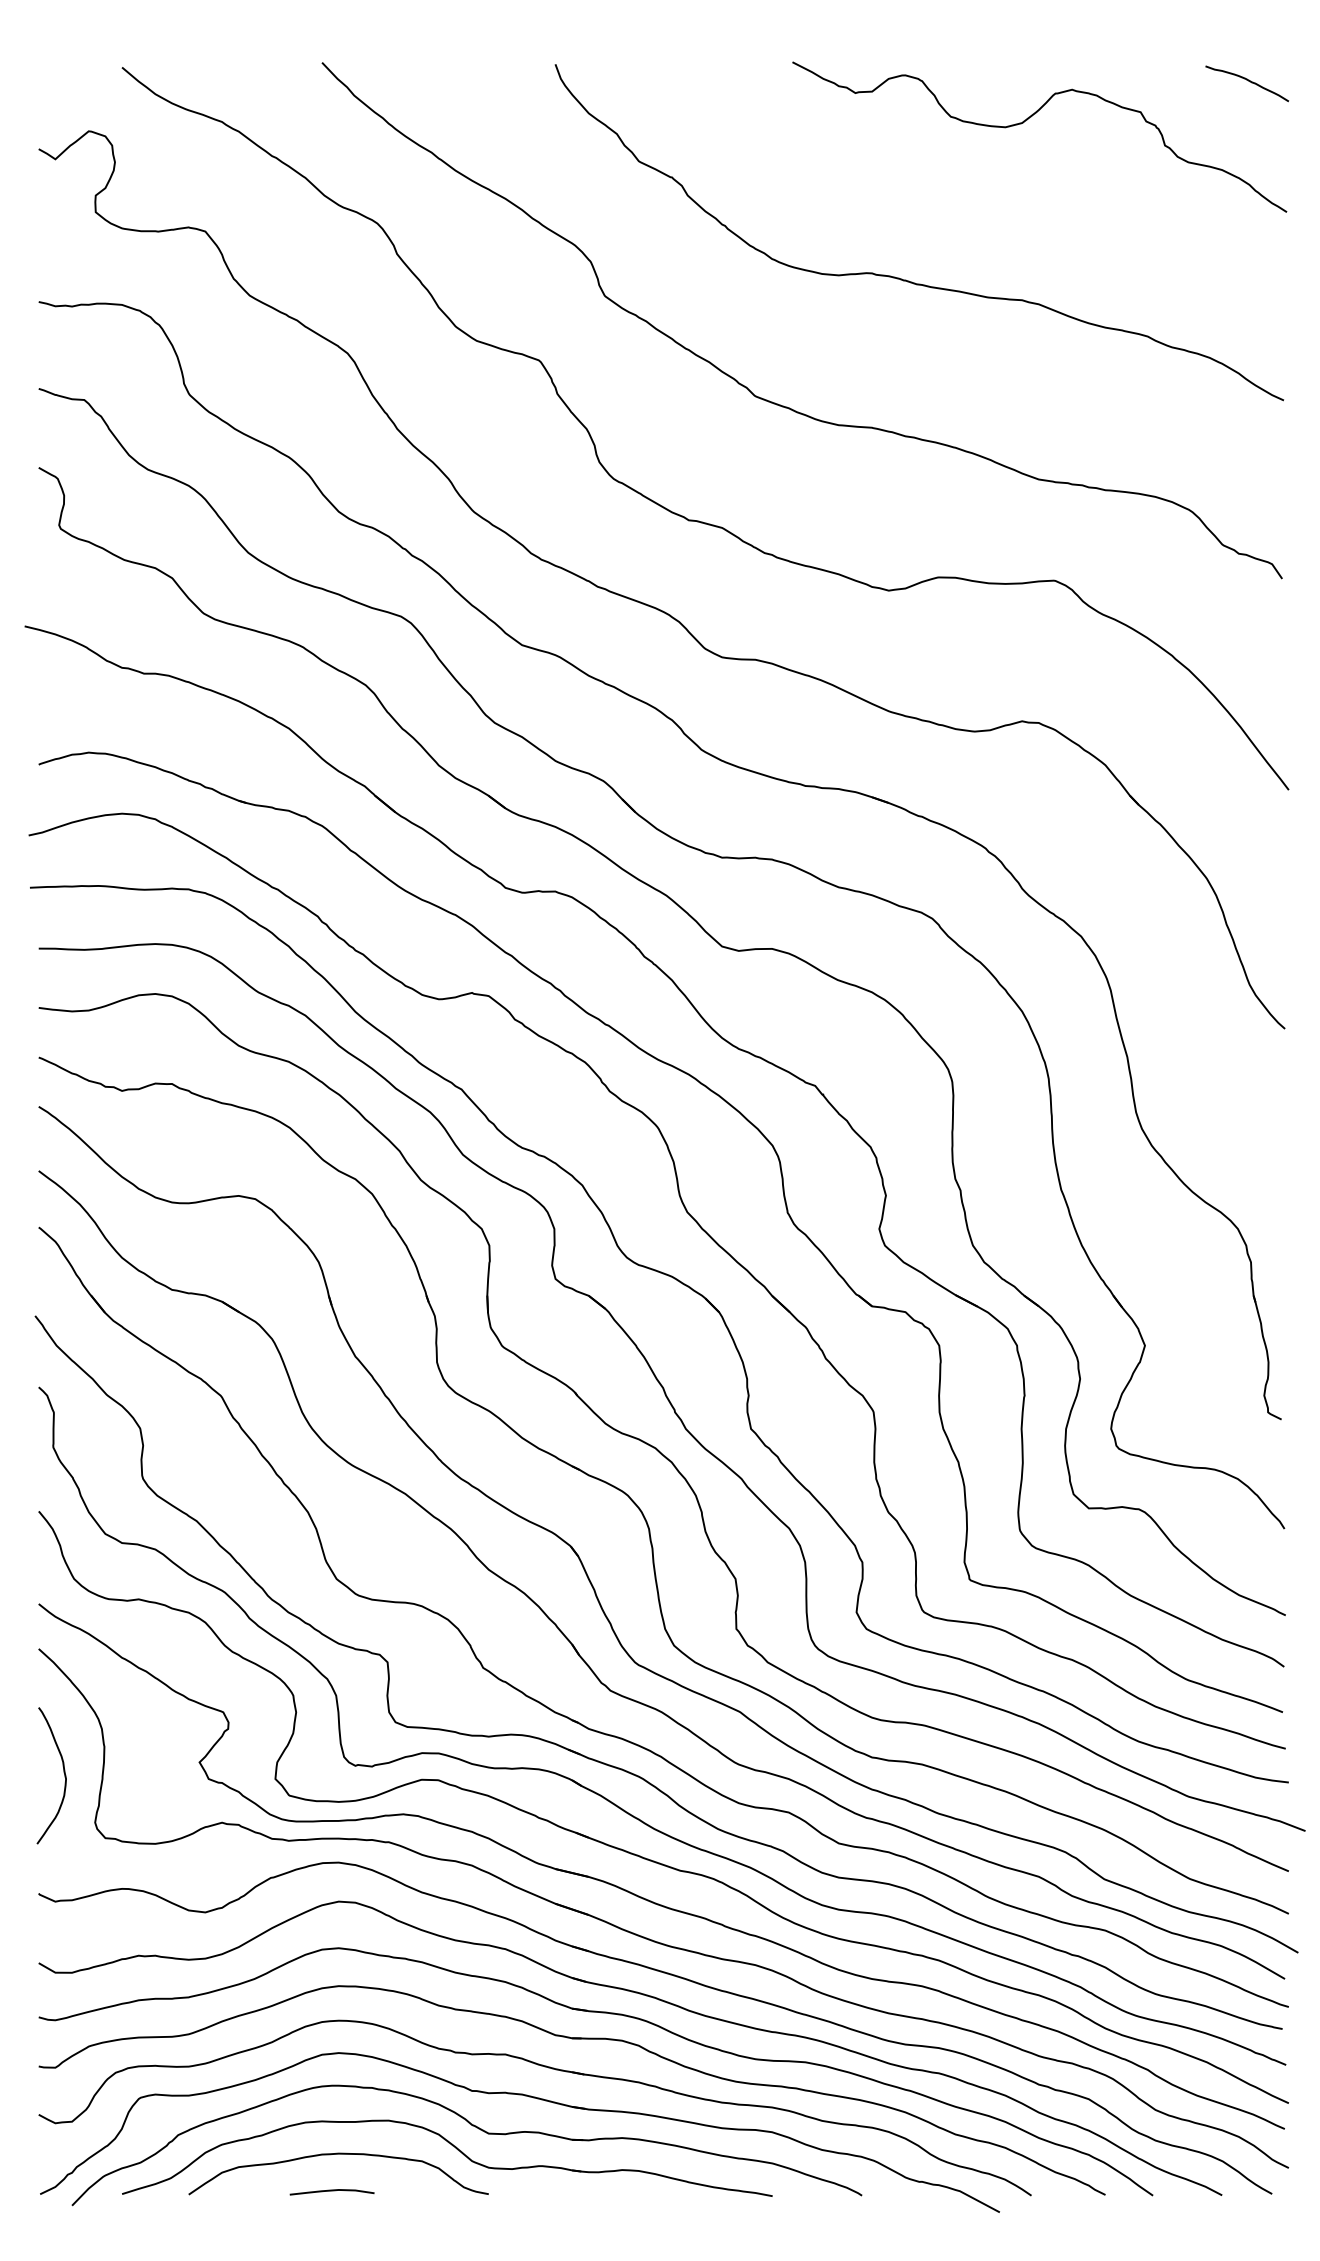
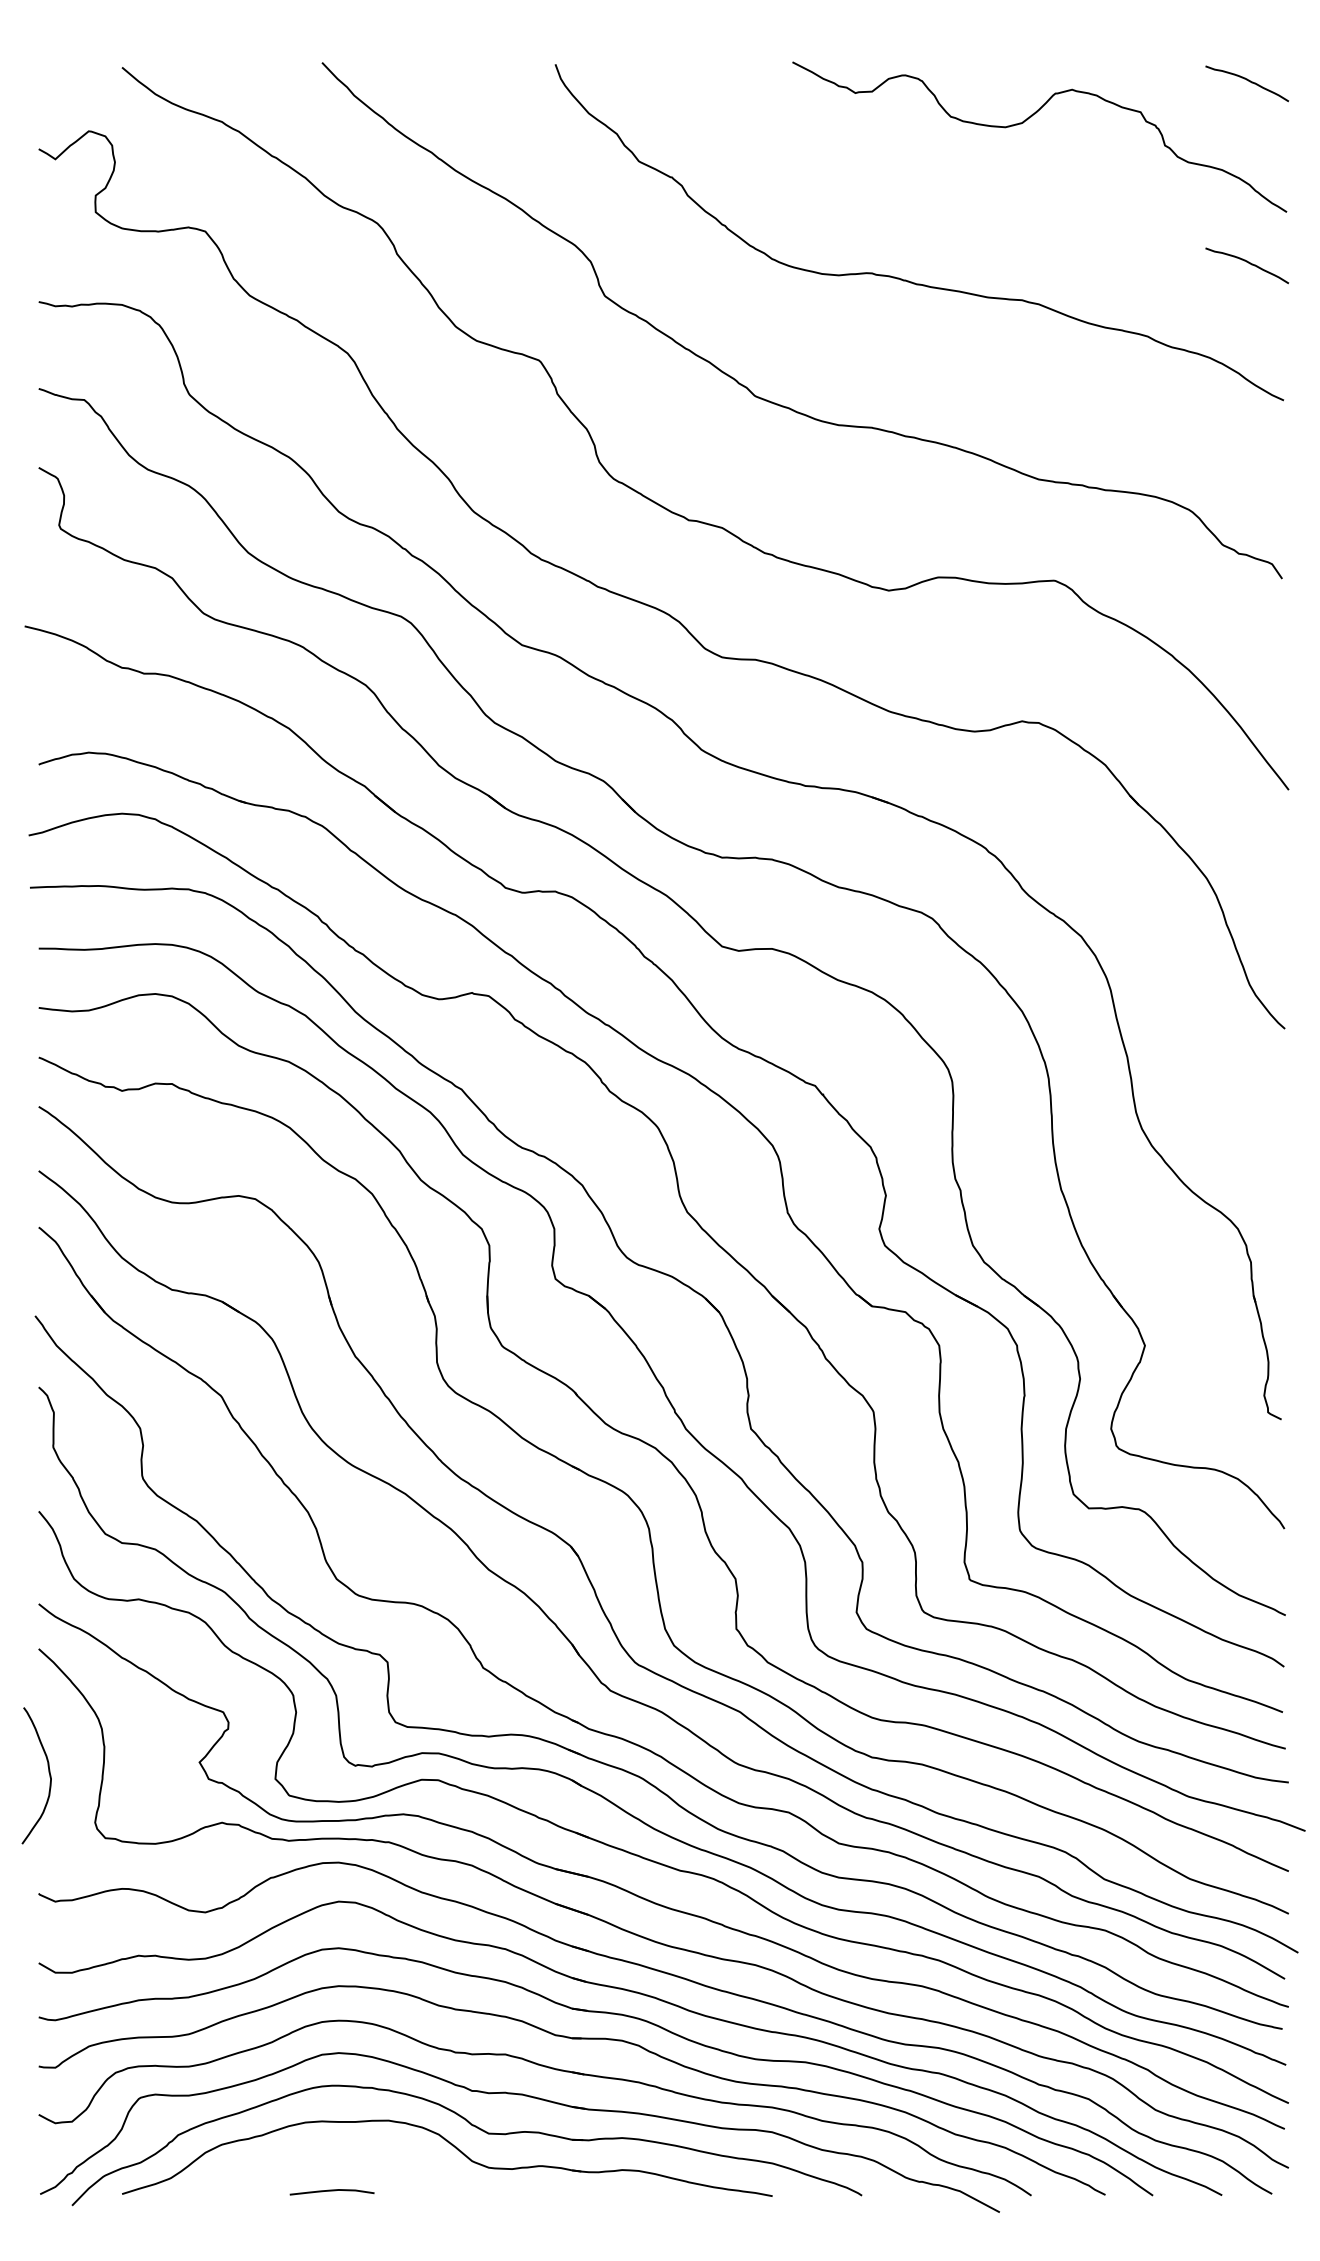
curve at (1248, 263): none -> present
curve at (63, 1772) position: (63, 1772) -> (48, 1772)
curve at (338, 2154): present -> none
